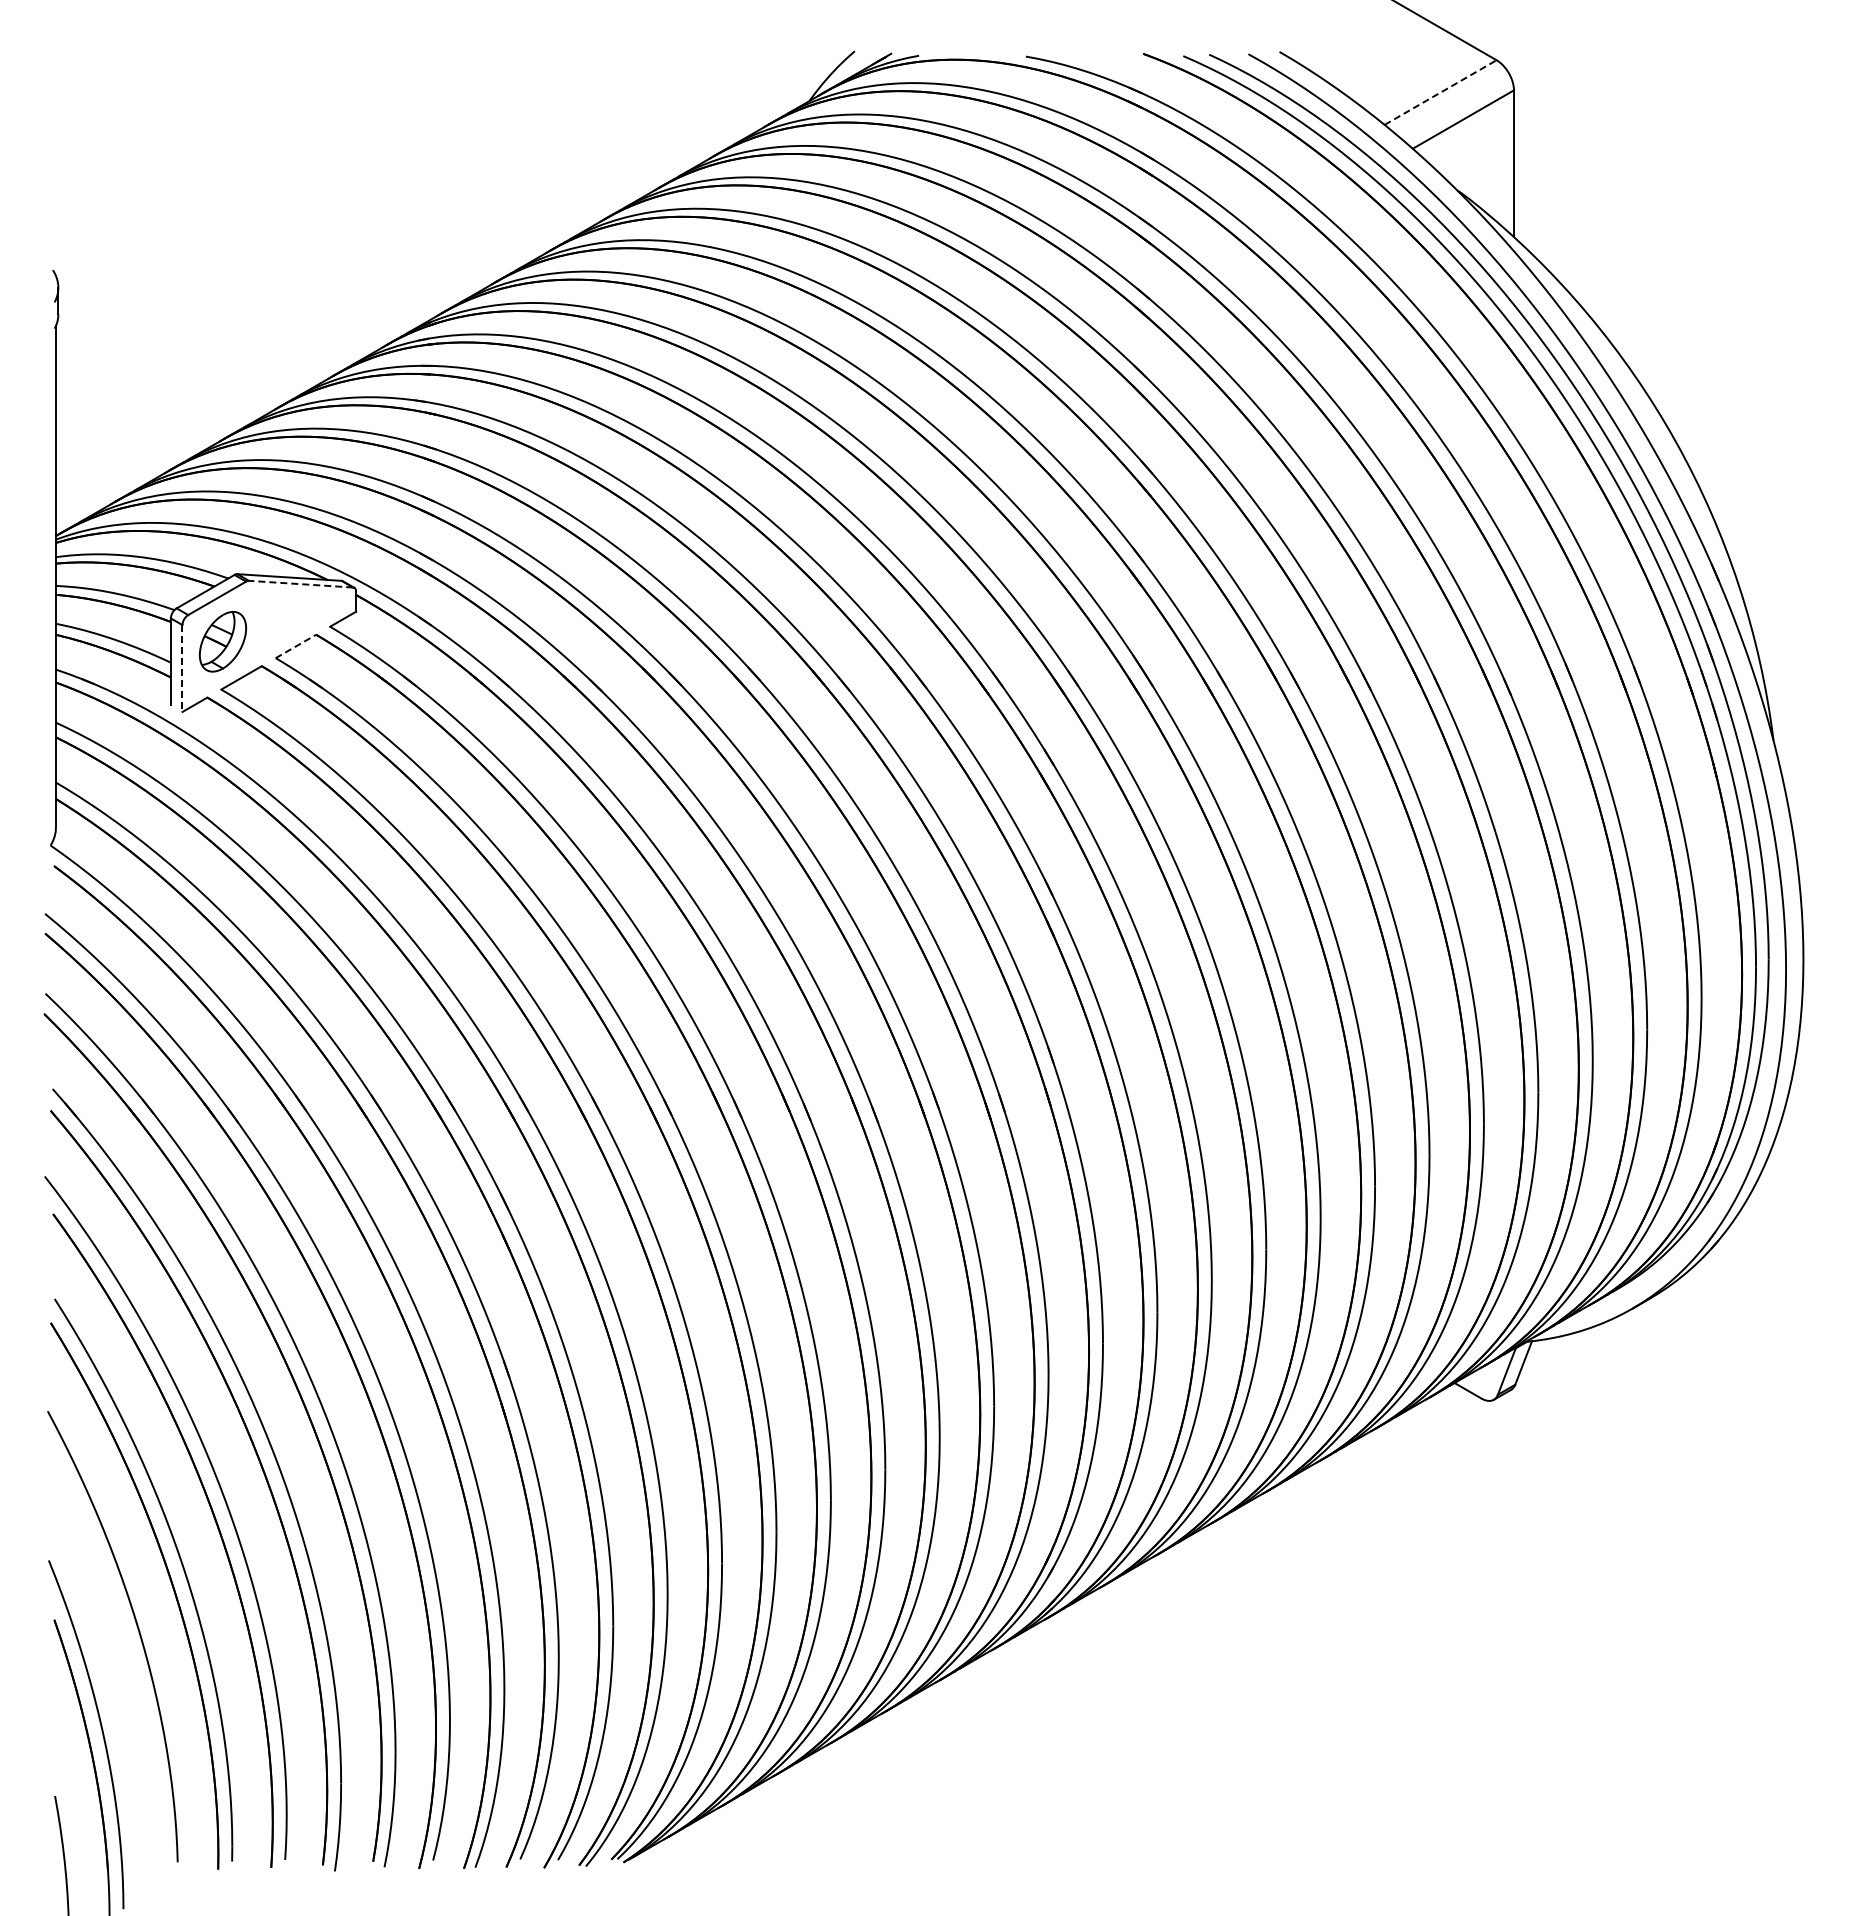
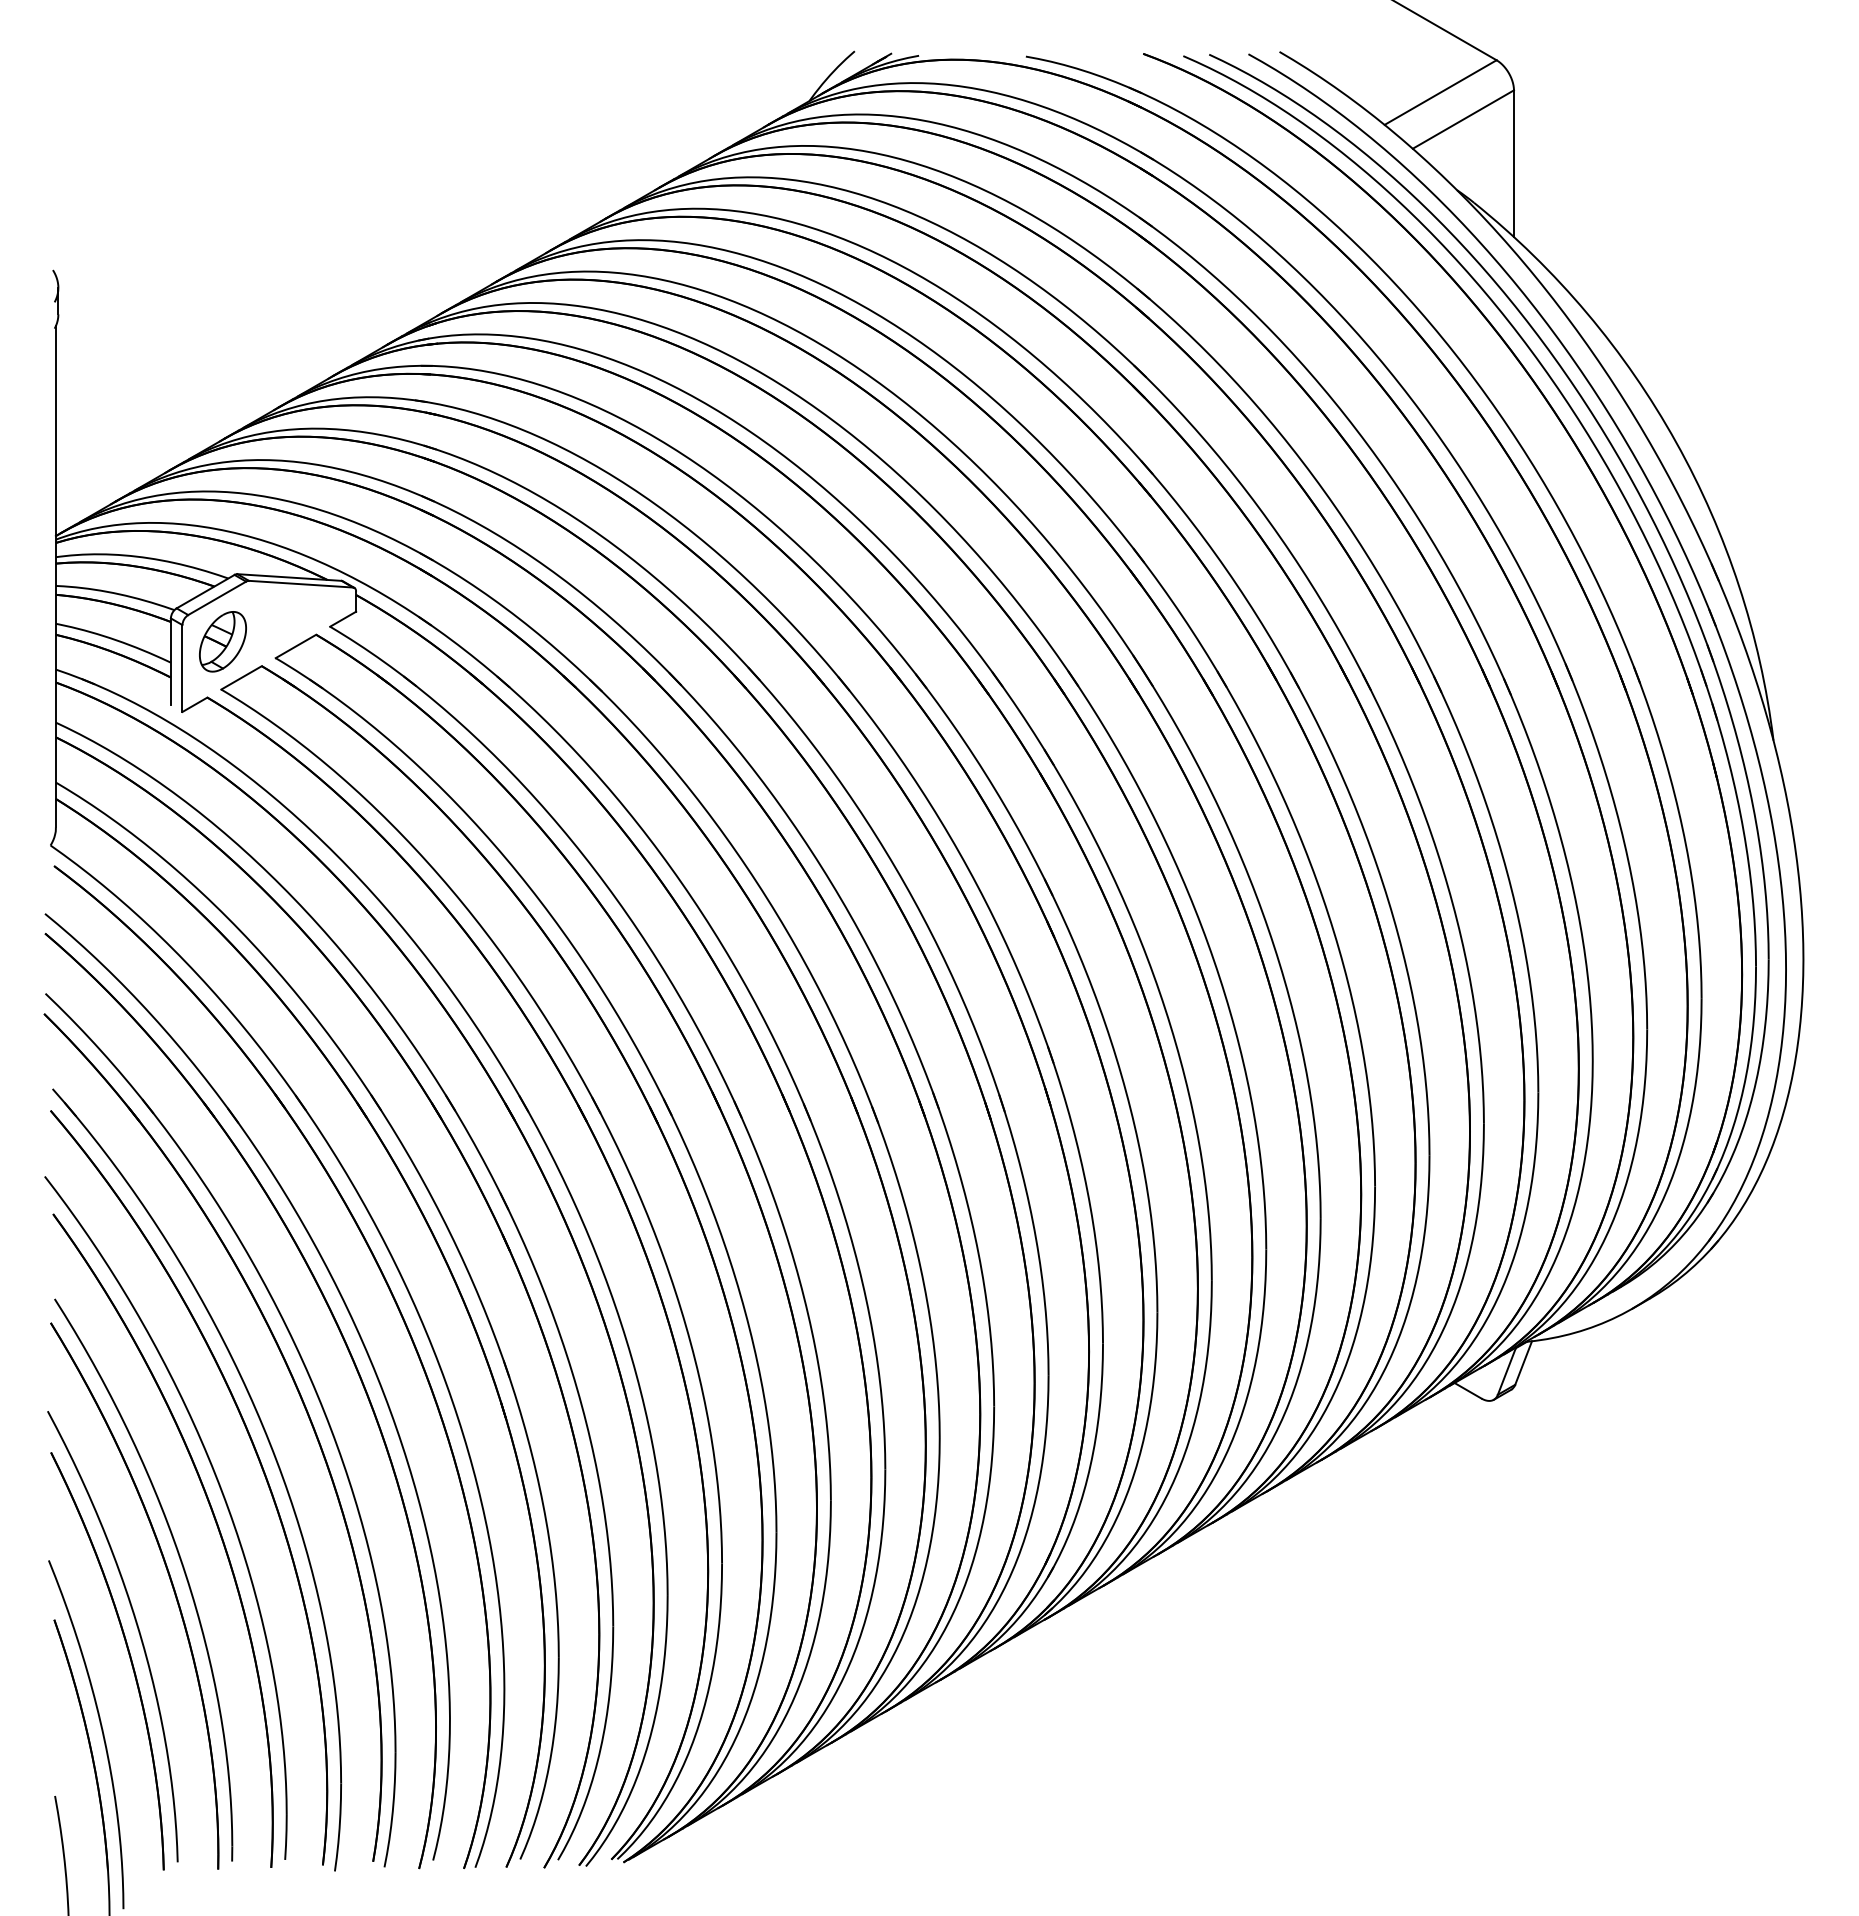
line at (1440, 92): dashed -> solid
line at (300, 584): dashed -> solid
line at (296, 646): dashed -> solid
line at (182, 669): dashed -> solid
part at (128, 1654): none -> present
